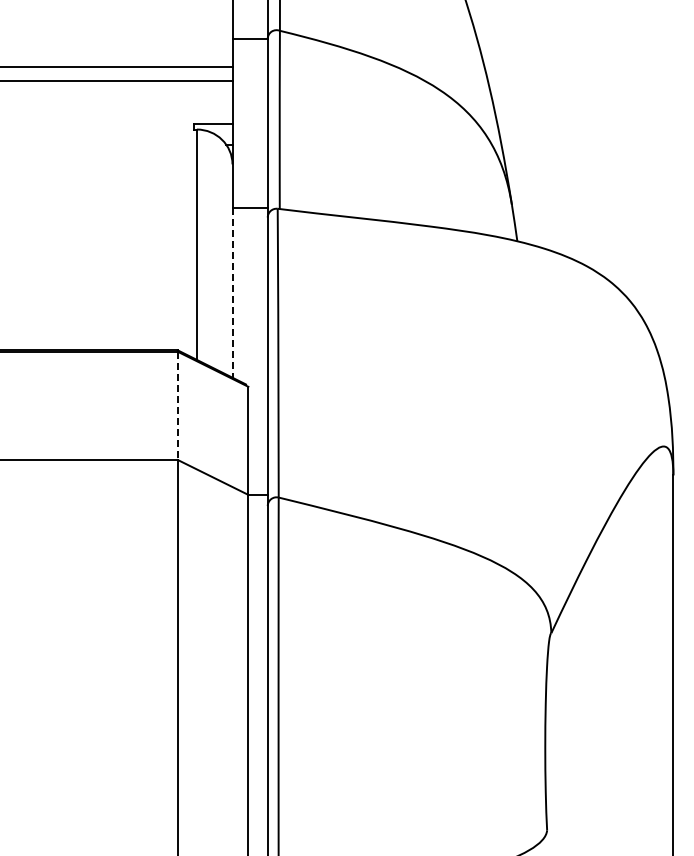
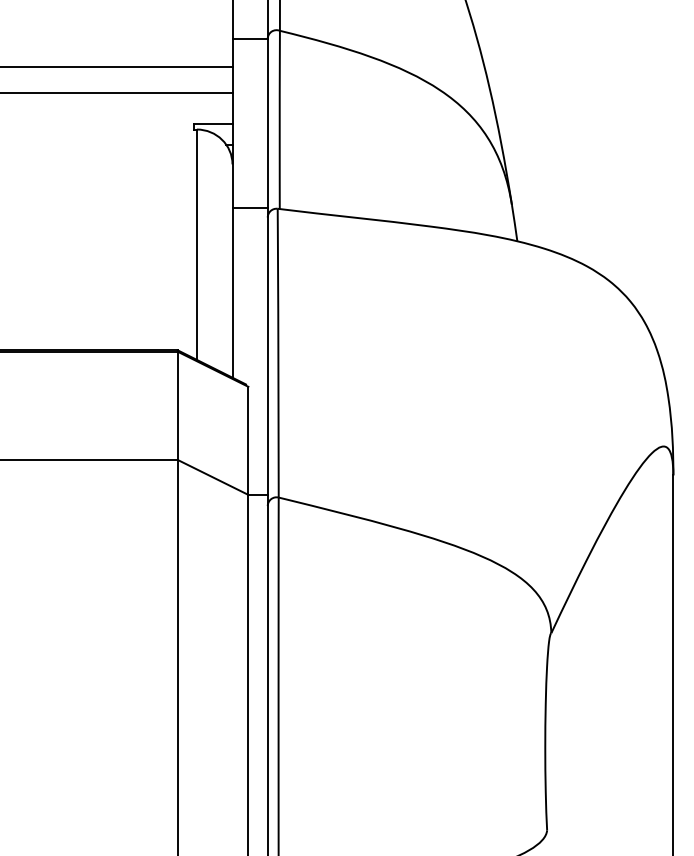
line at (117, 80) position: (117, 80) -> (117, 92)
line at (232, 292): dashed -> solid
line at (177, 406): dashed -> solid
